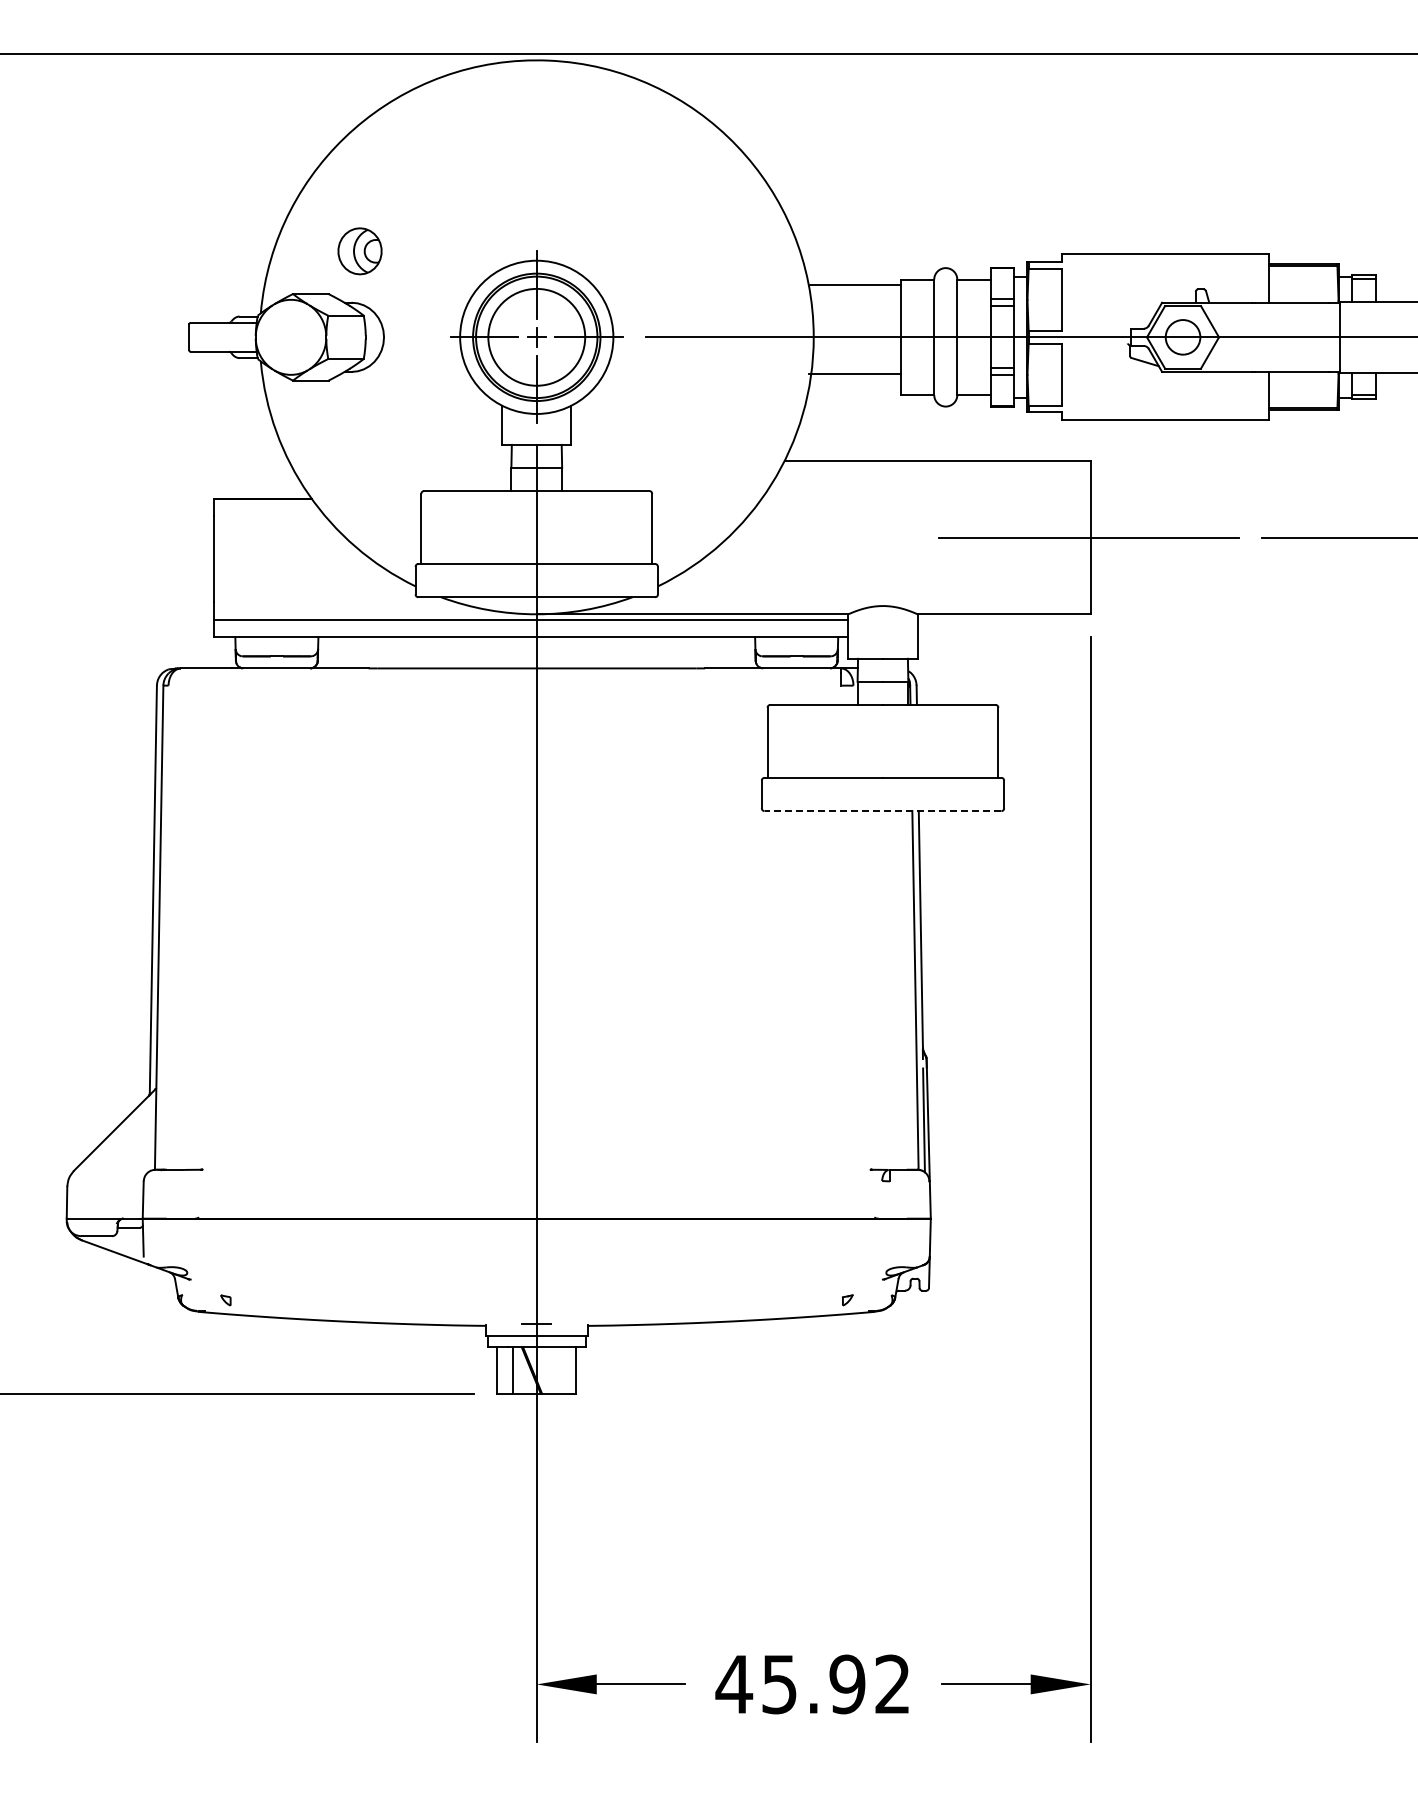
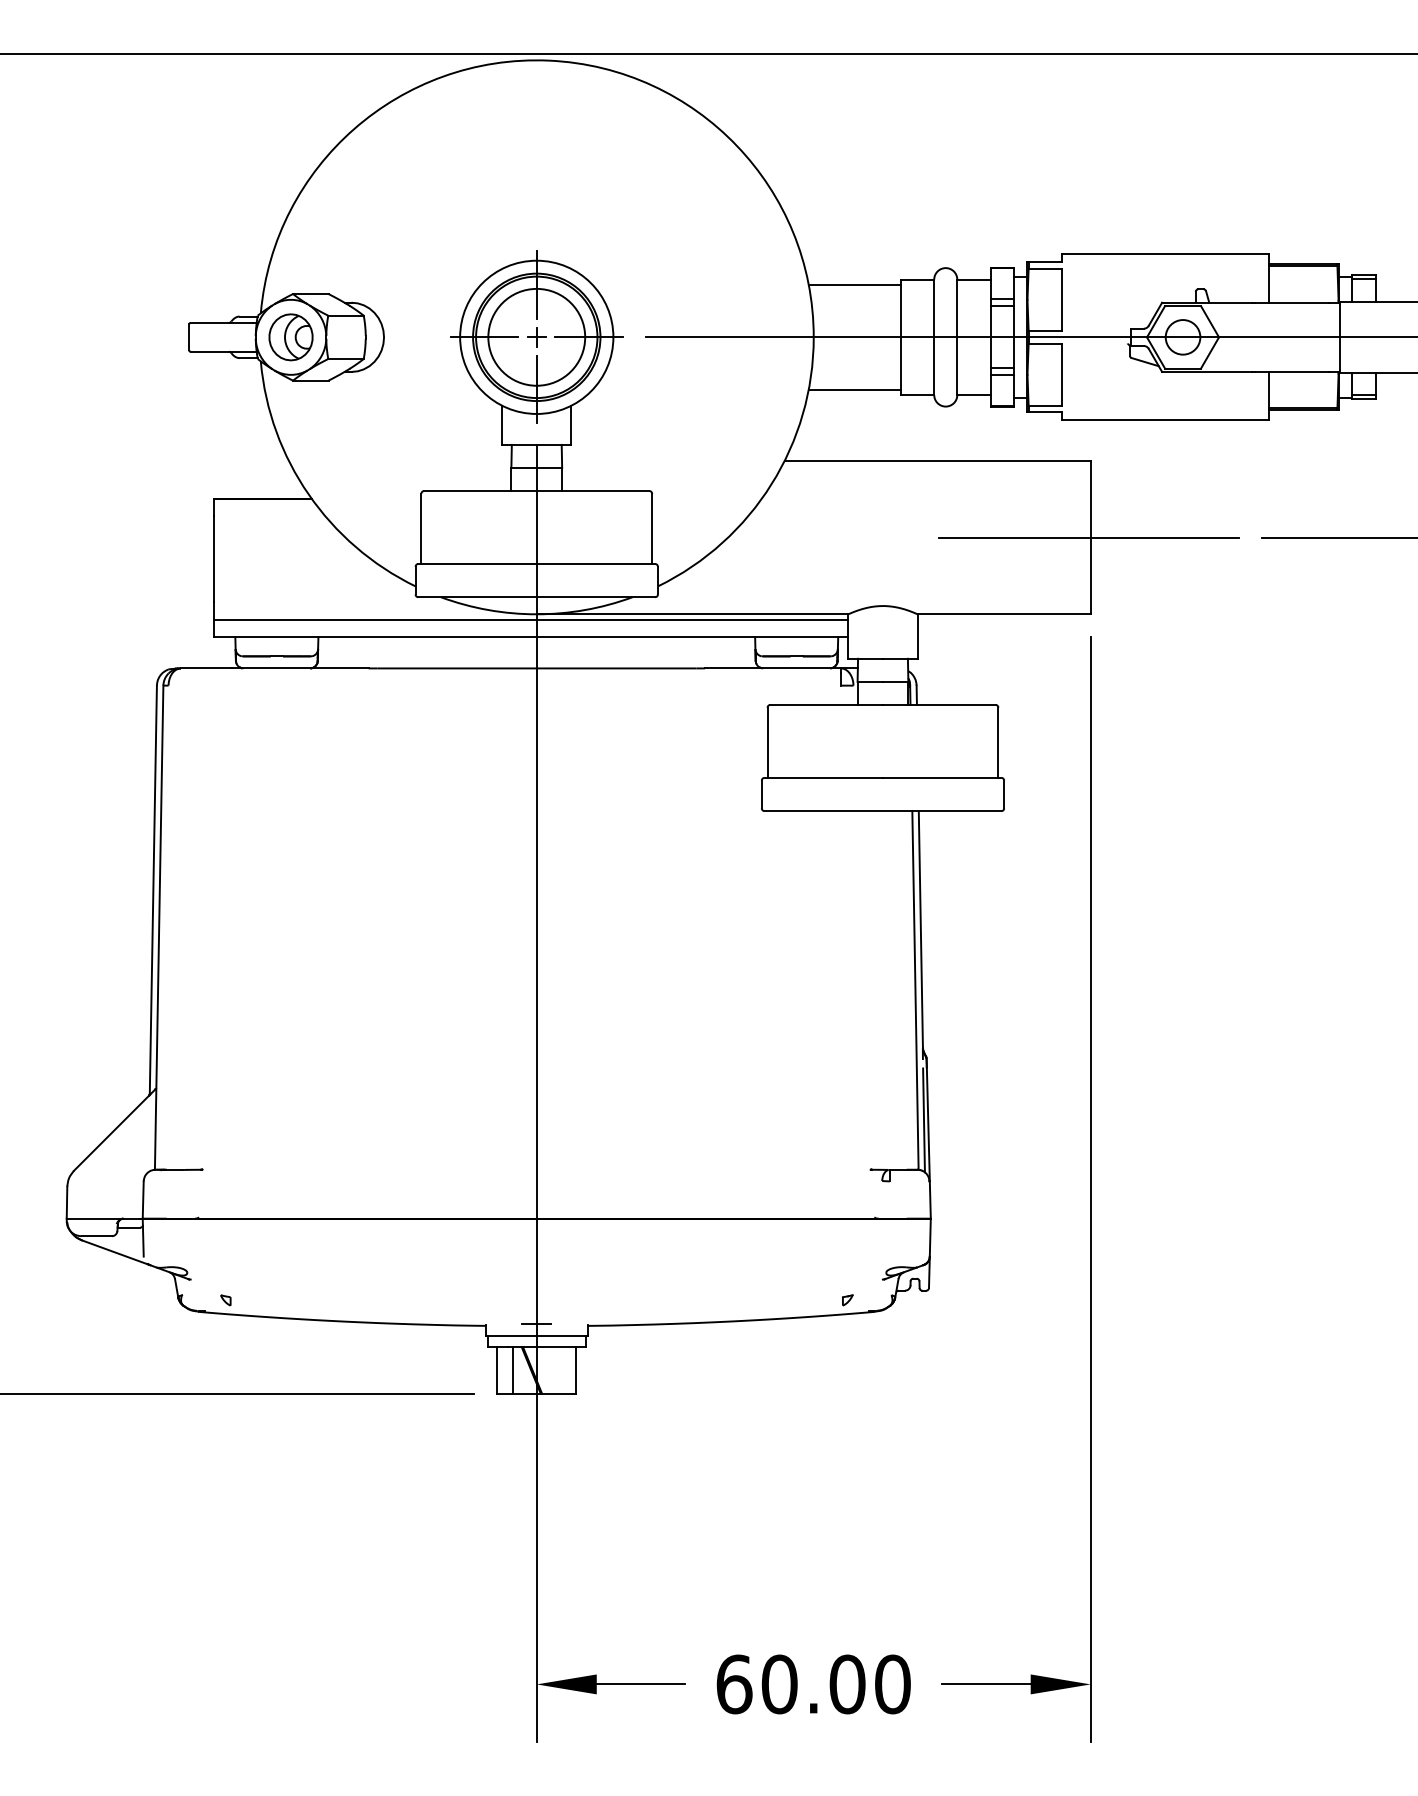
part at (359, 251) position: (359, 251) -> (290, 337)
line at (854, 373) position: (854, 373) -> (854, 389)
line at (882, 811): dashed -> solid
text at (812, 1684): 45.92 -> 60.00
